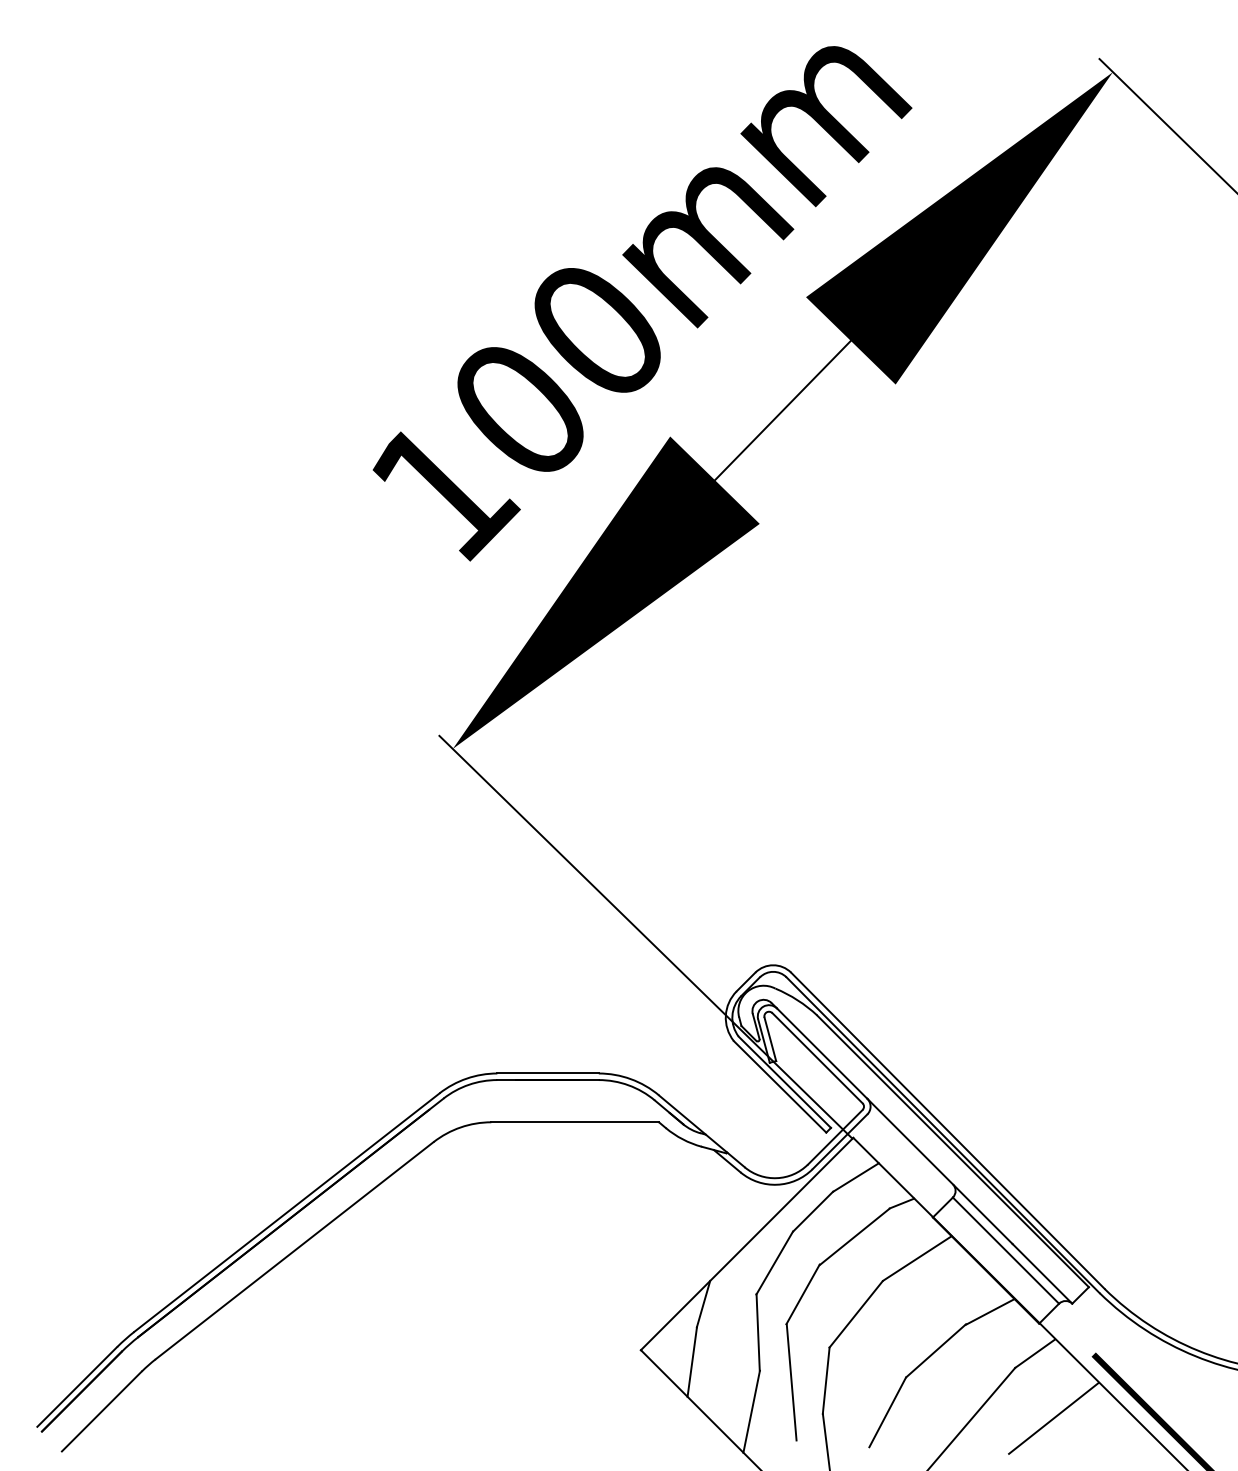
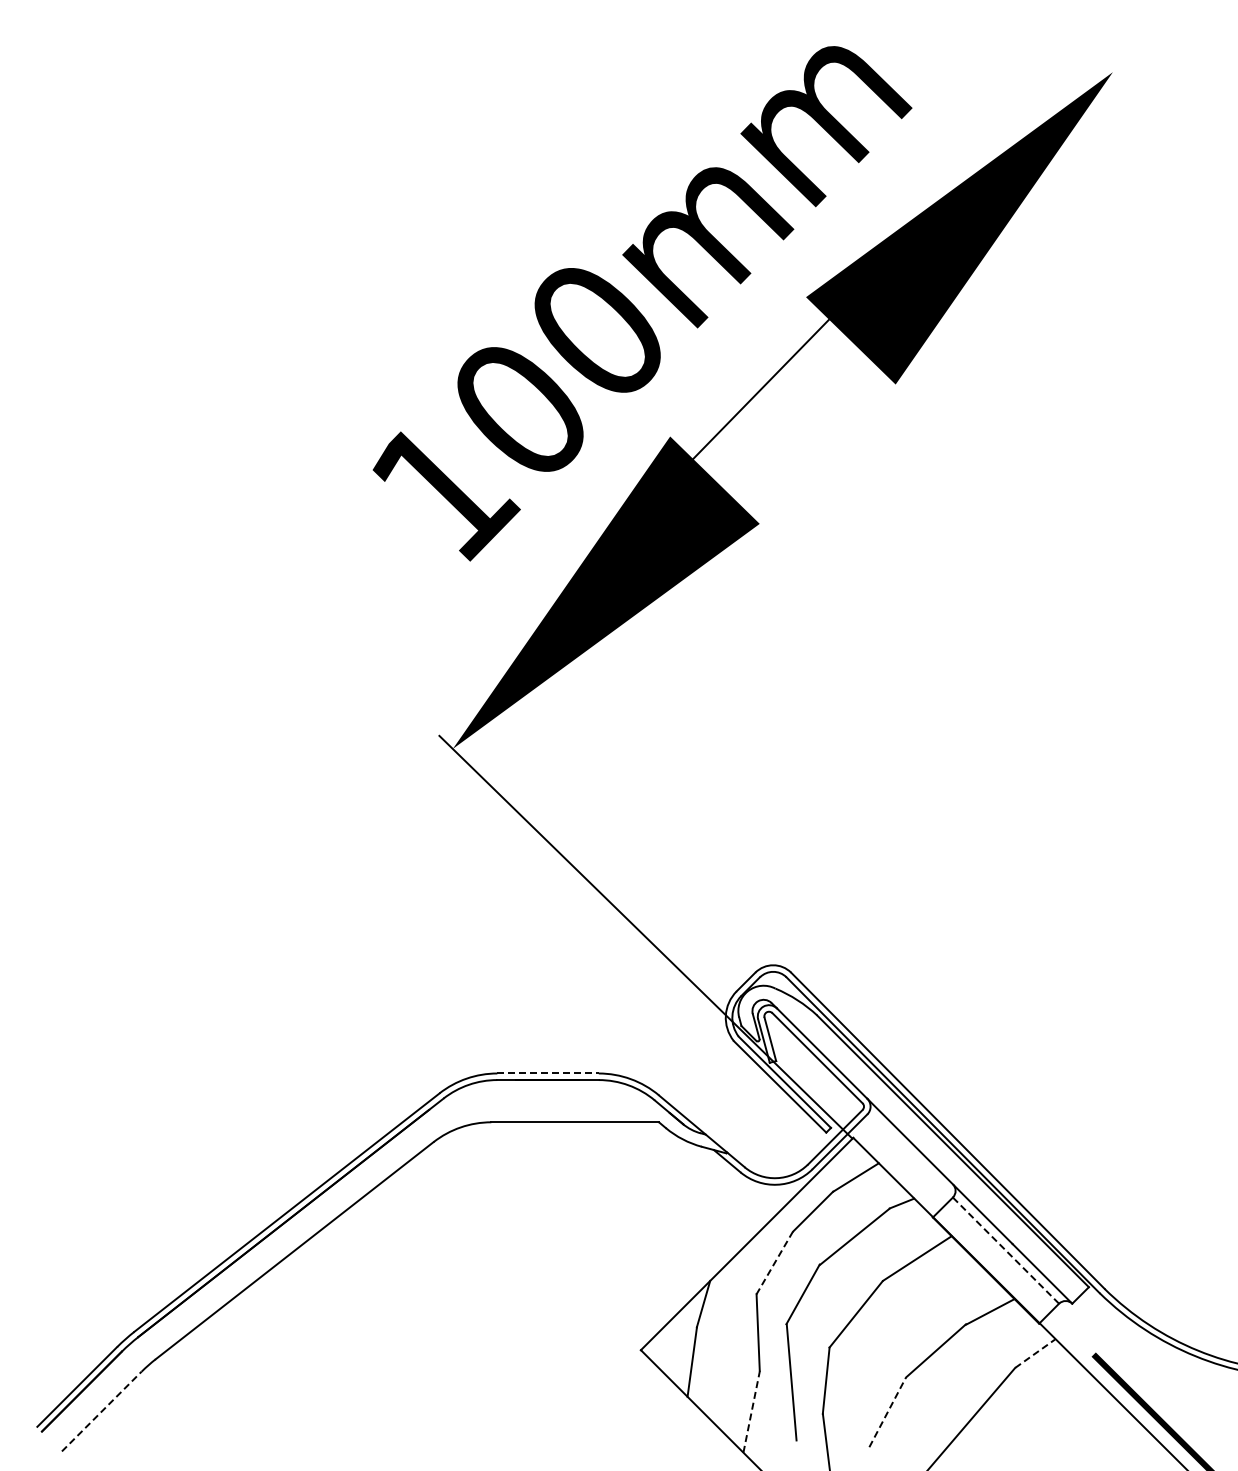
line at (1166, 124): present -> none
line at (782, 410) position: (782, 410) -> (760, 389)
line at (548, 1073): solid -> dashed
line at (1005, 1250): solid -> dashed
line at (774, 1262): solid -> dashed
line at (1035, 1353): solid -> dashed
line at (102, 1411): solid -> dashed
line at (751, 1411): solid -> dashed
line at (887, 1411): solid -> dashed
line at (1053, 1418): present -> none
